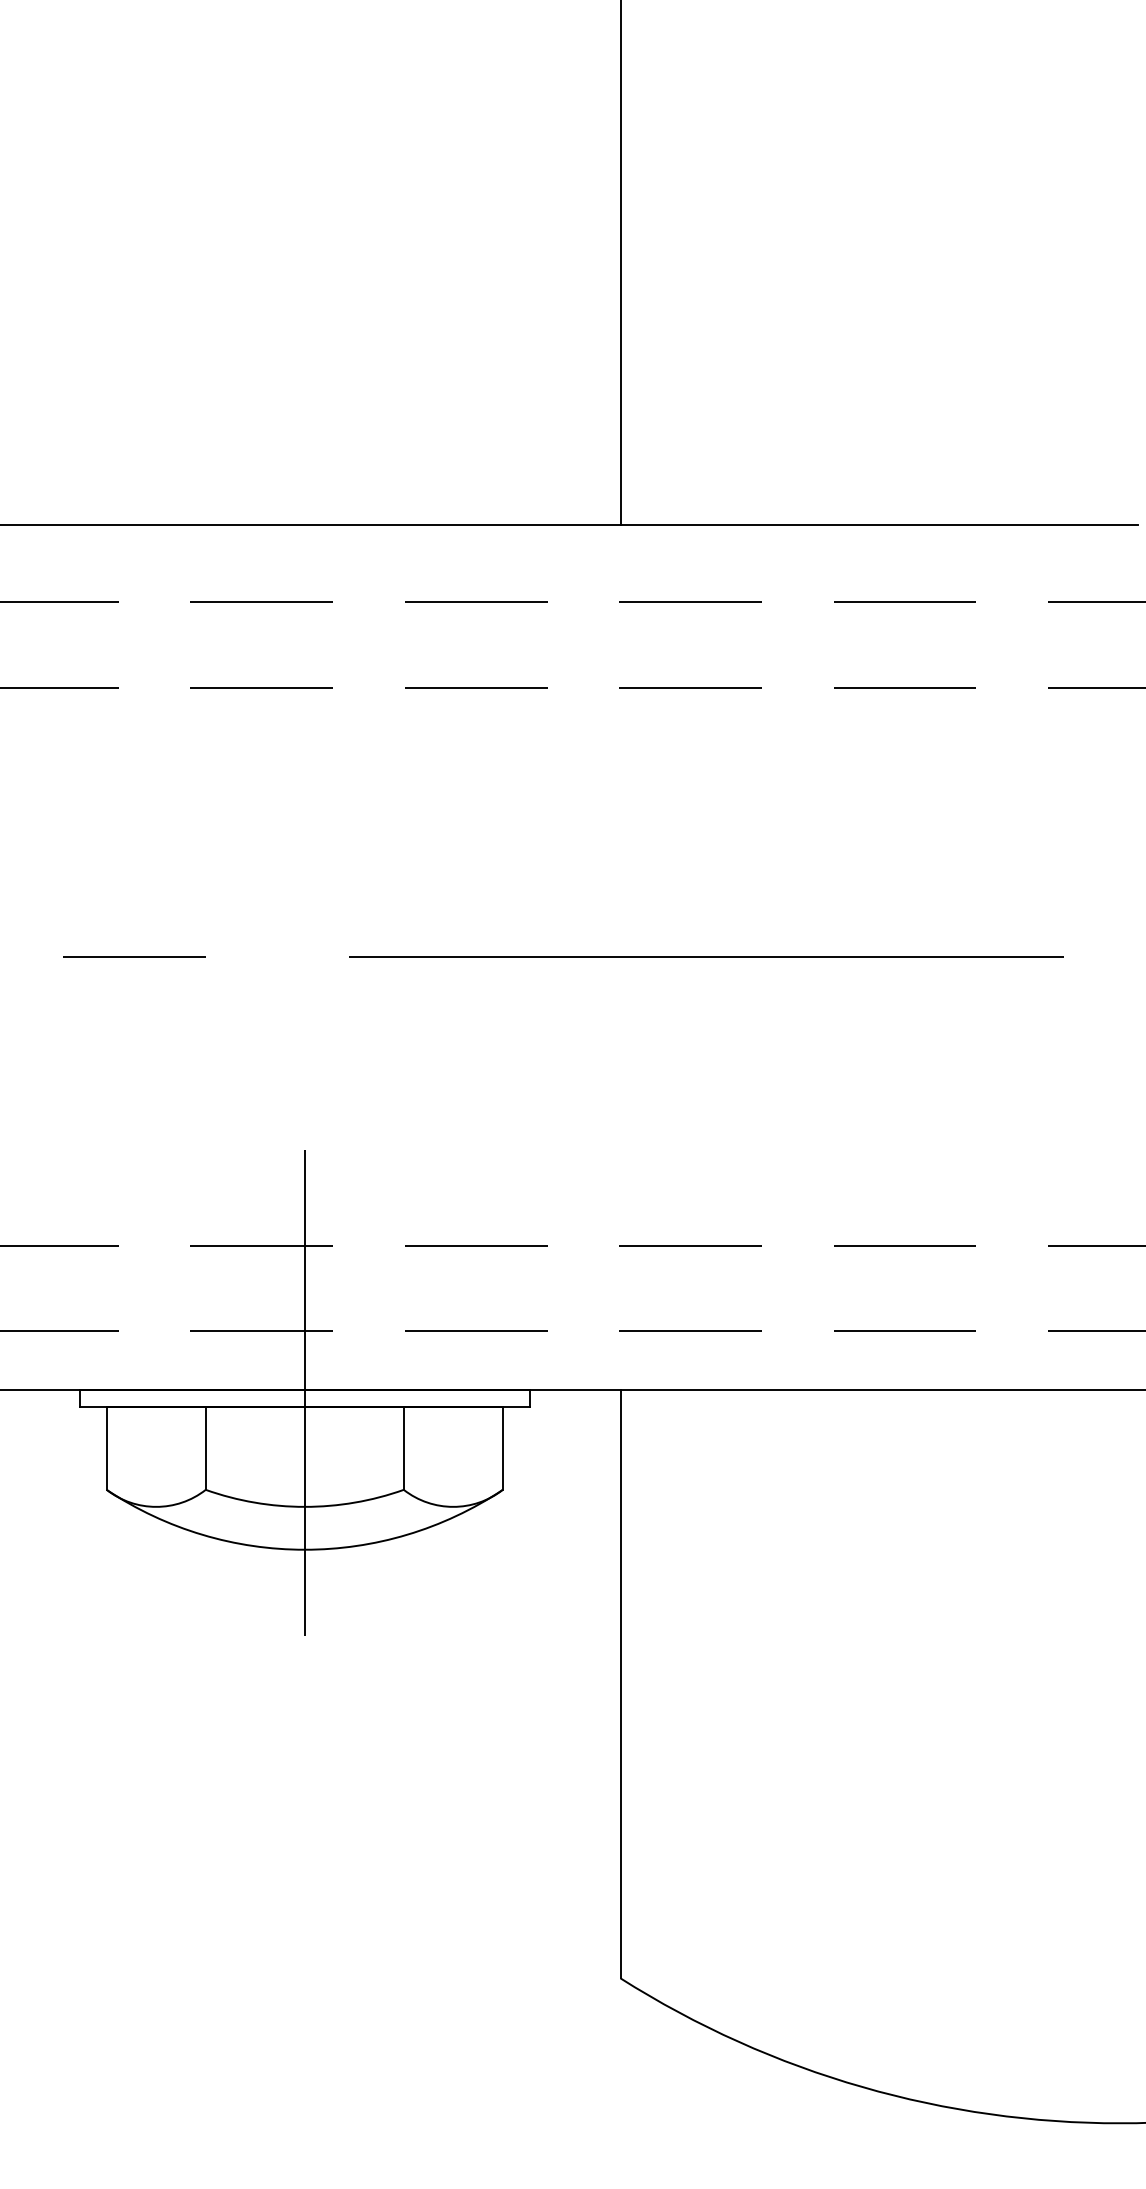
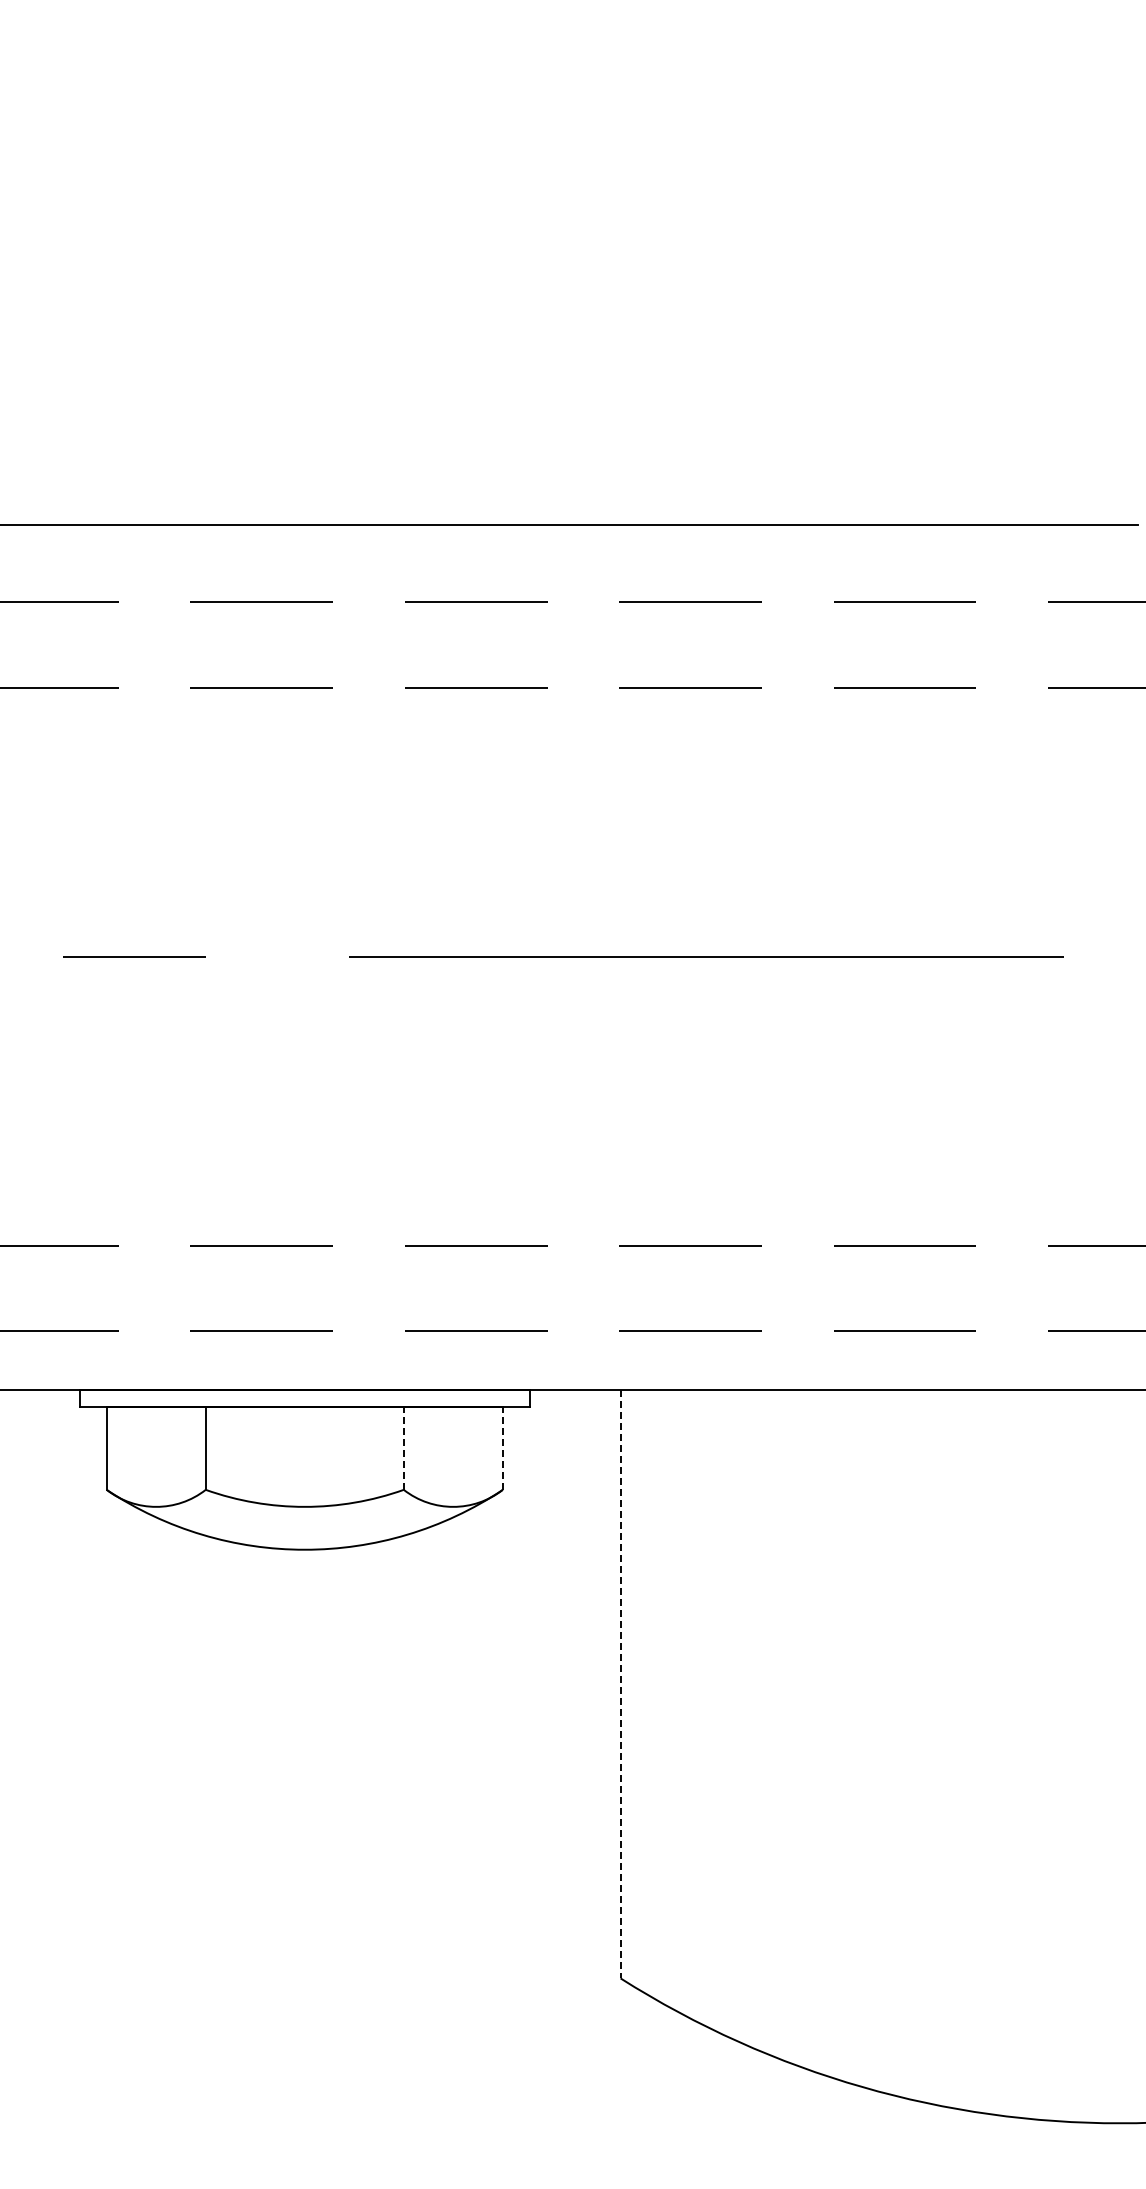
line at (620, 263): present -> none
line at (304, 1392): present -> none
line at (403, 1448): solid -> dashed
line at (502, 1448): solid -> dashed
line at (620, 1684): solid -> dashed
